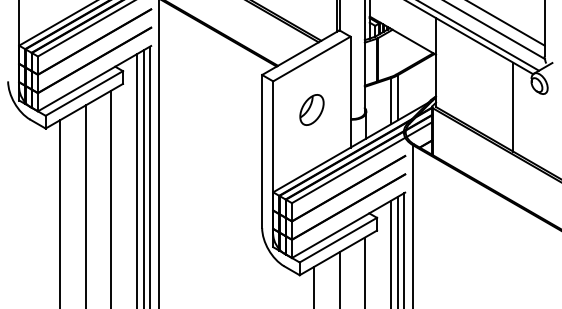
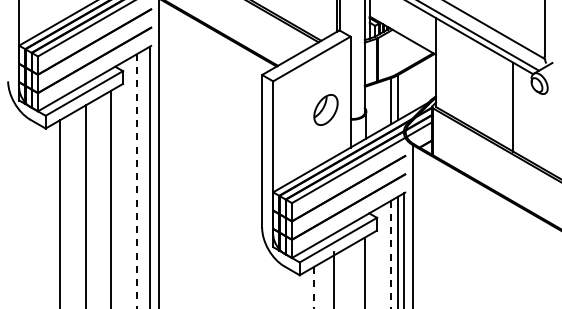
line at (506, 23): present -> none
part at (311, 109) position: (311, 109) -> (325, 109)
line at (143, 177): present -> none
line at (137, 181): solid -> dashed
line at (391, 254): solid -> dashed
line at (340, 278) position: (340, 278) -> (334, 278)
line at (313, 288): solid -> dashed
